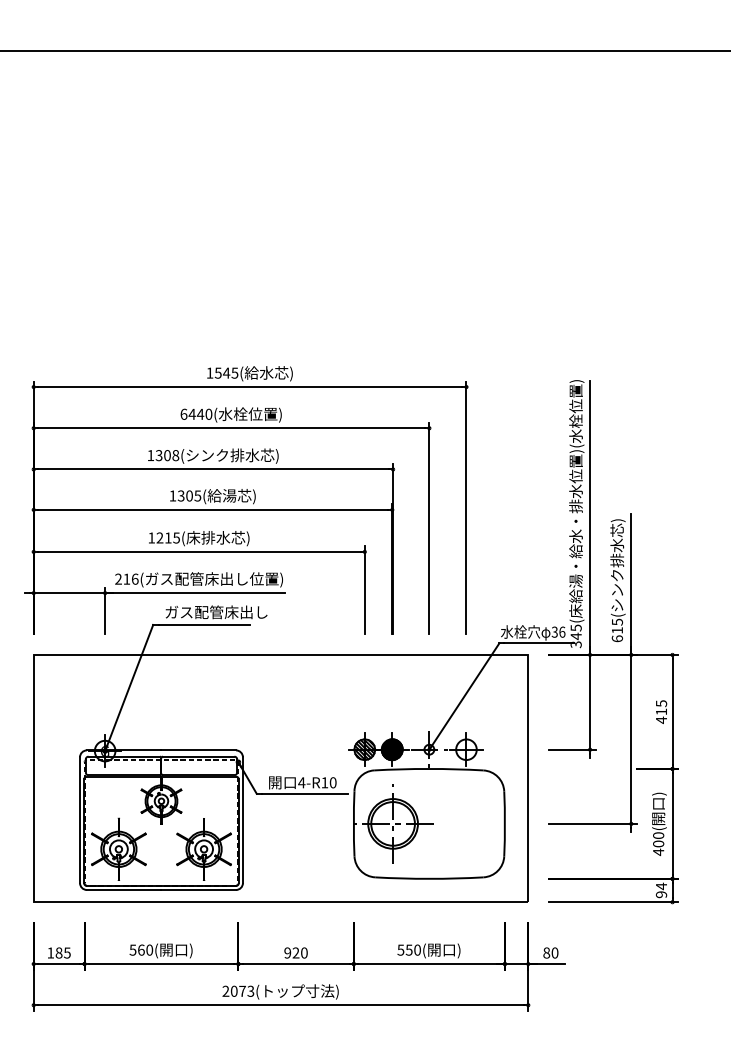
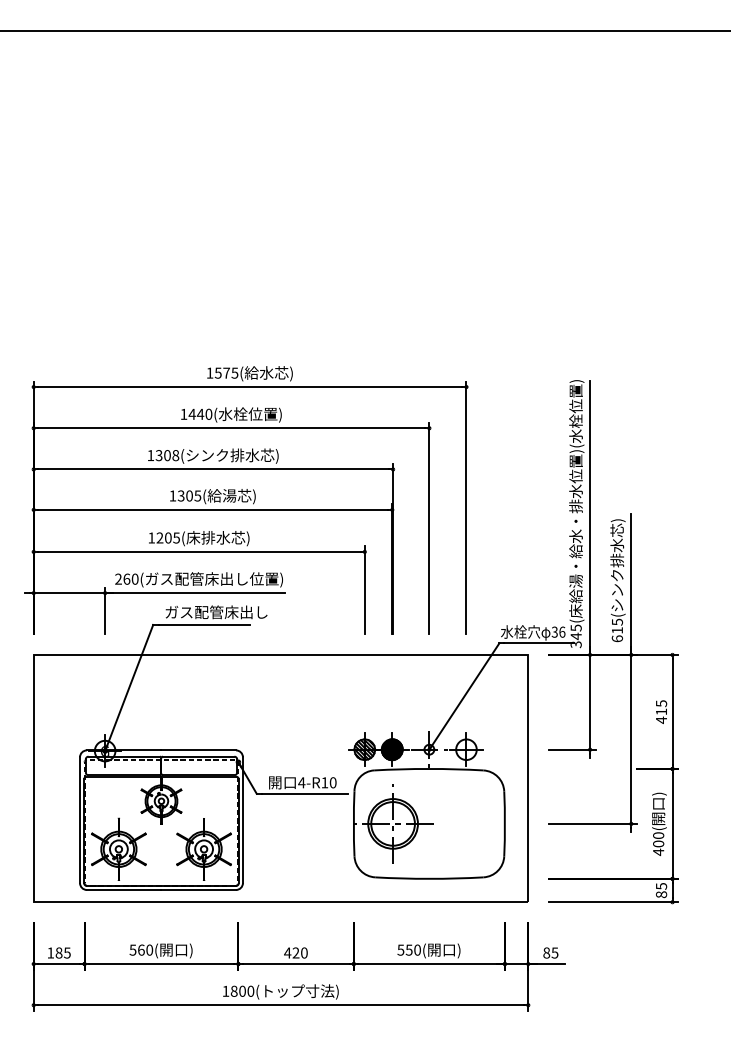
line at (364, 51) position: (364, 51) -> (364, 31)
text at (226, 372): 1545( -> 1575(
text at (183, 413): 6440( -> 1440(
text at (168, 537): 1215( -> 1205(
text at (130, 578): 216 -> 260
text at (661, 890): 94 -> 85
text at (287, 952): 920 -> 420
text at (554, 952): 80 -> 85
text at (238, 990): 2073 -> 1800
